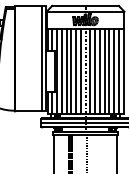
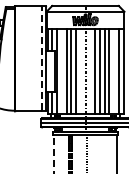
line at (41, 58): solid -> dashed
line at (61, 71): present -> none
line at (80, 71): present -> none
line at (90, 71): present -> none
line at (114, 71): present -> none
line at (54, 154): solid -> dashed
